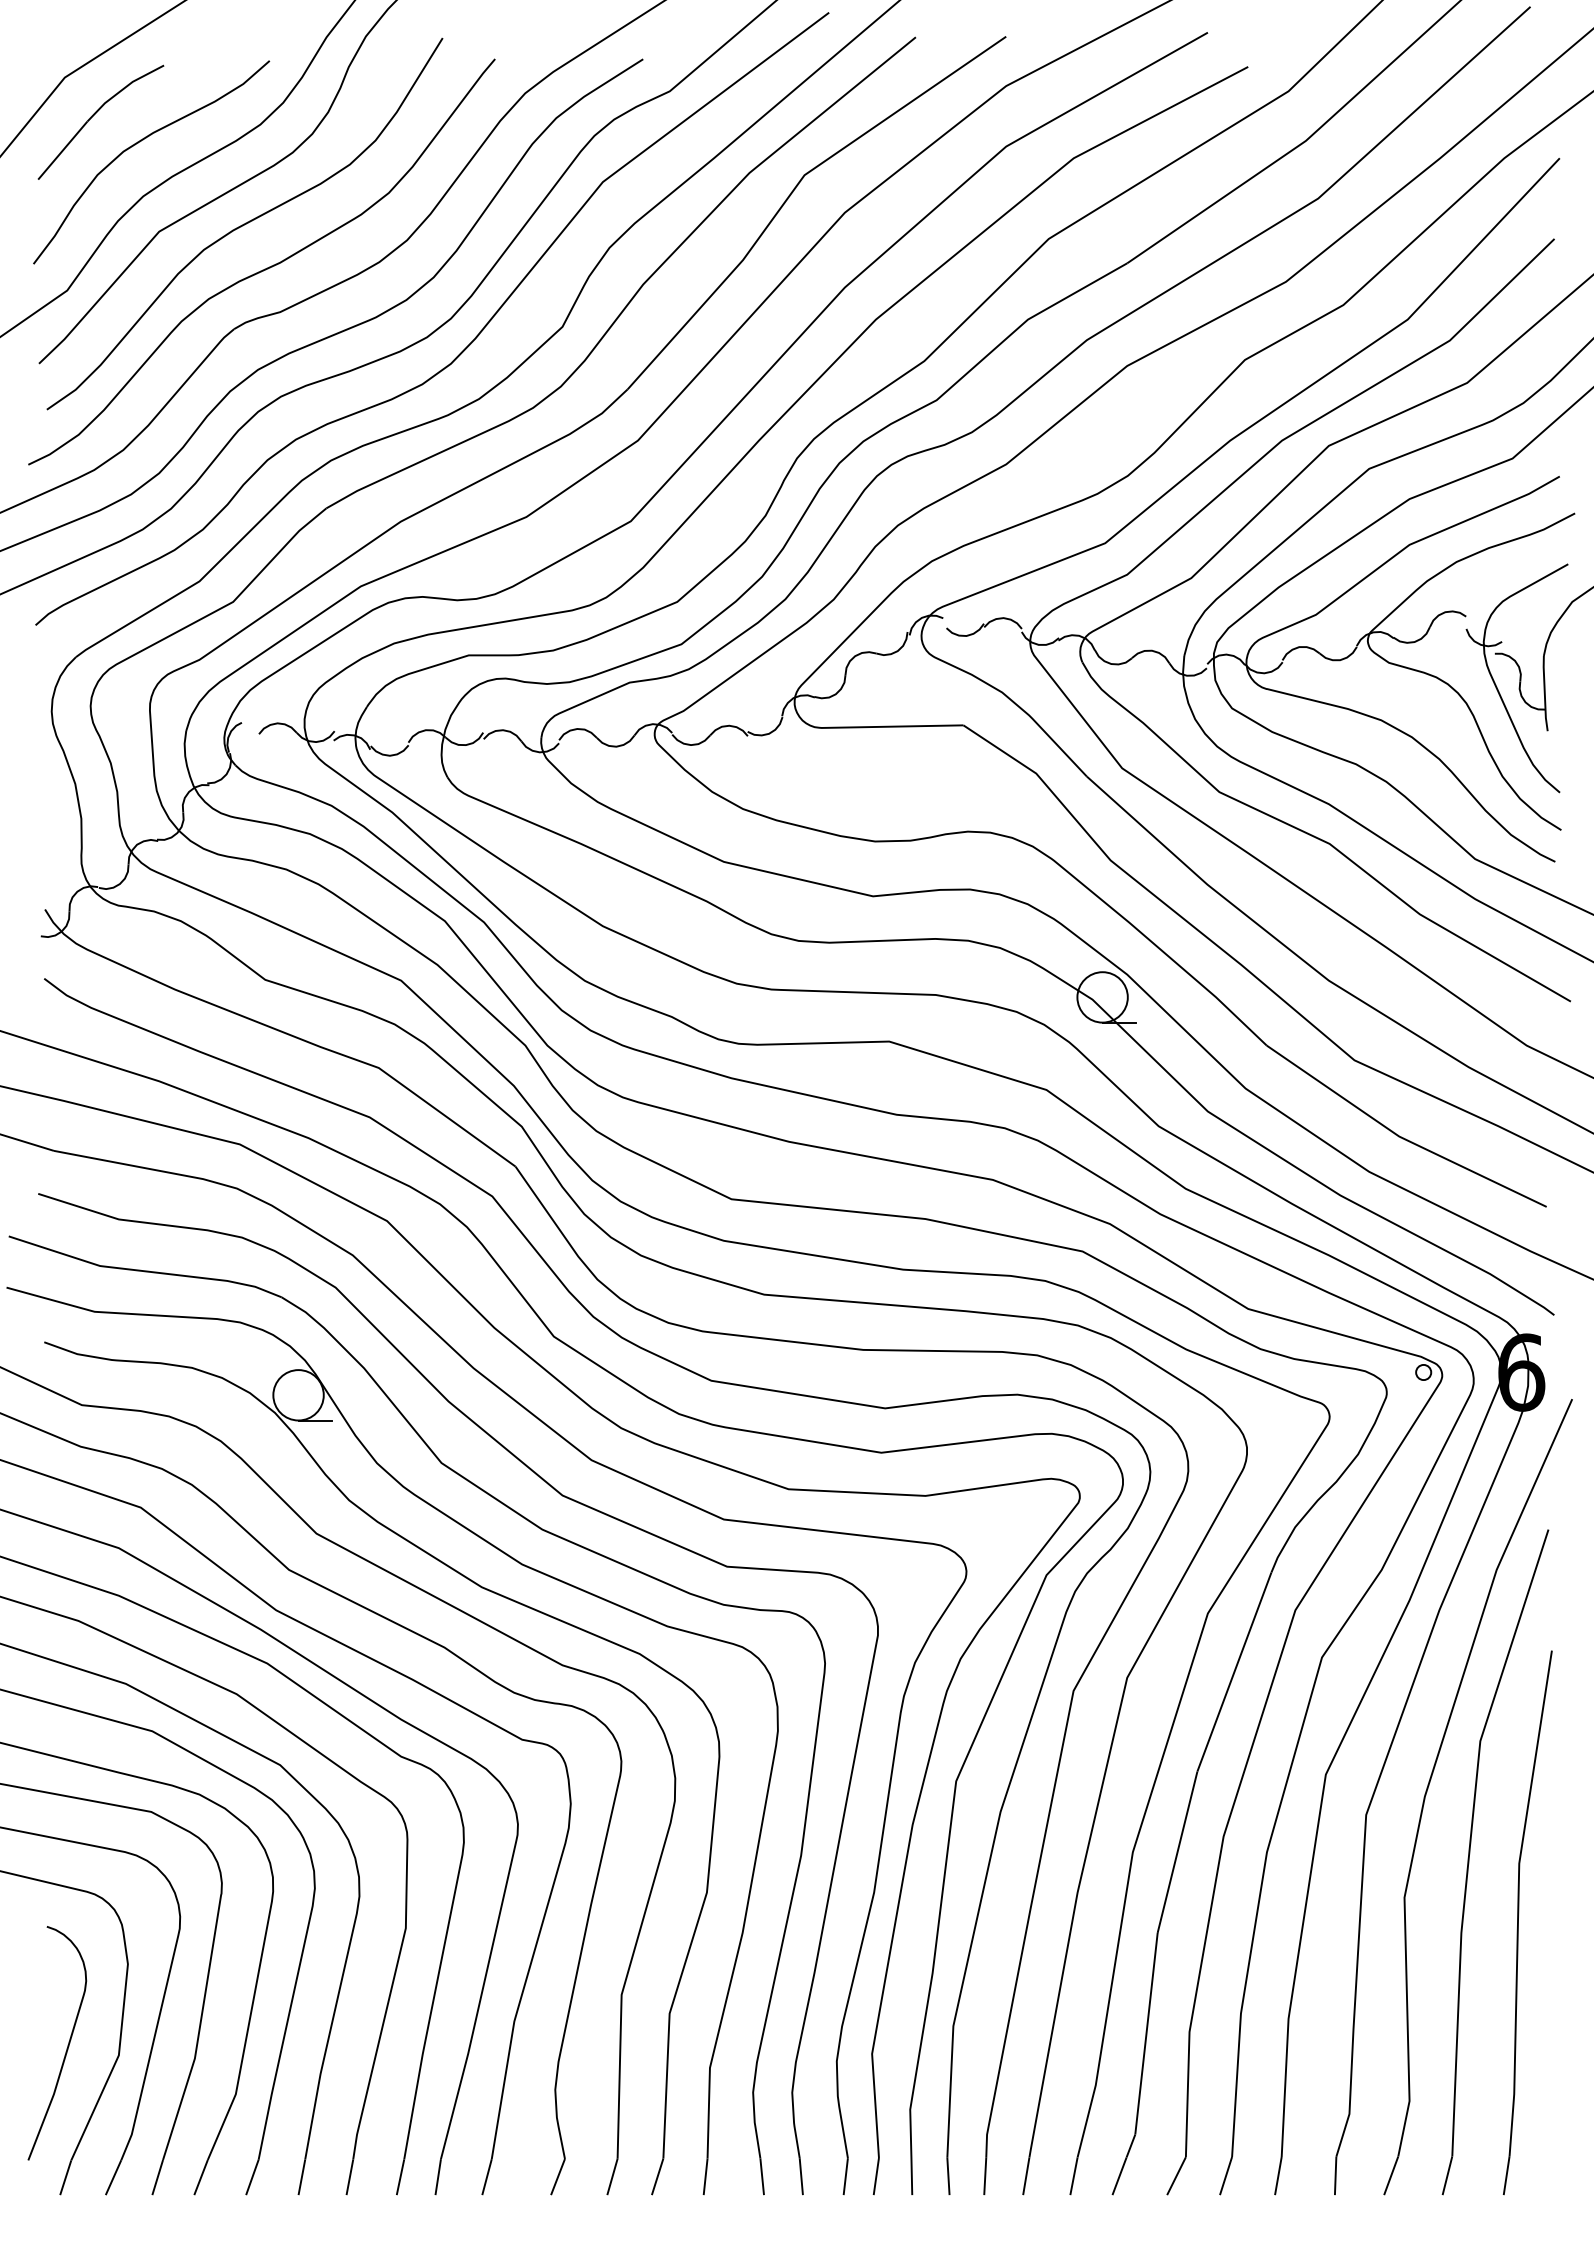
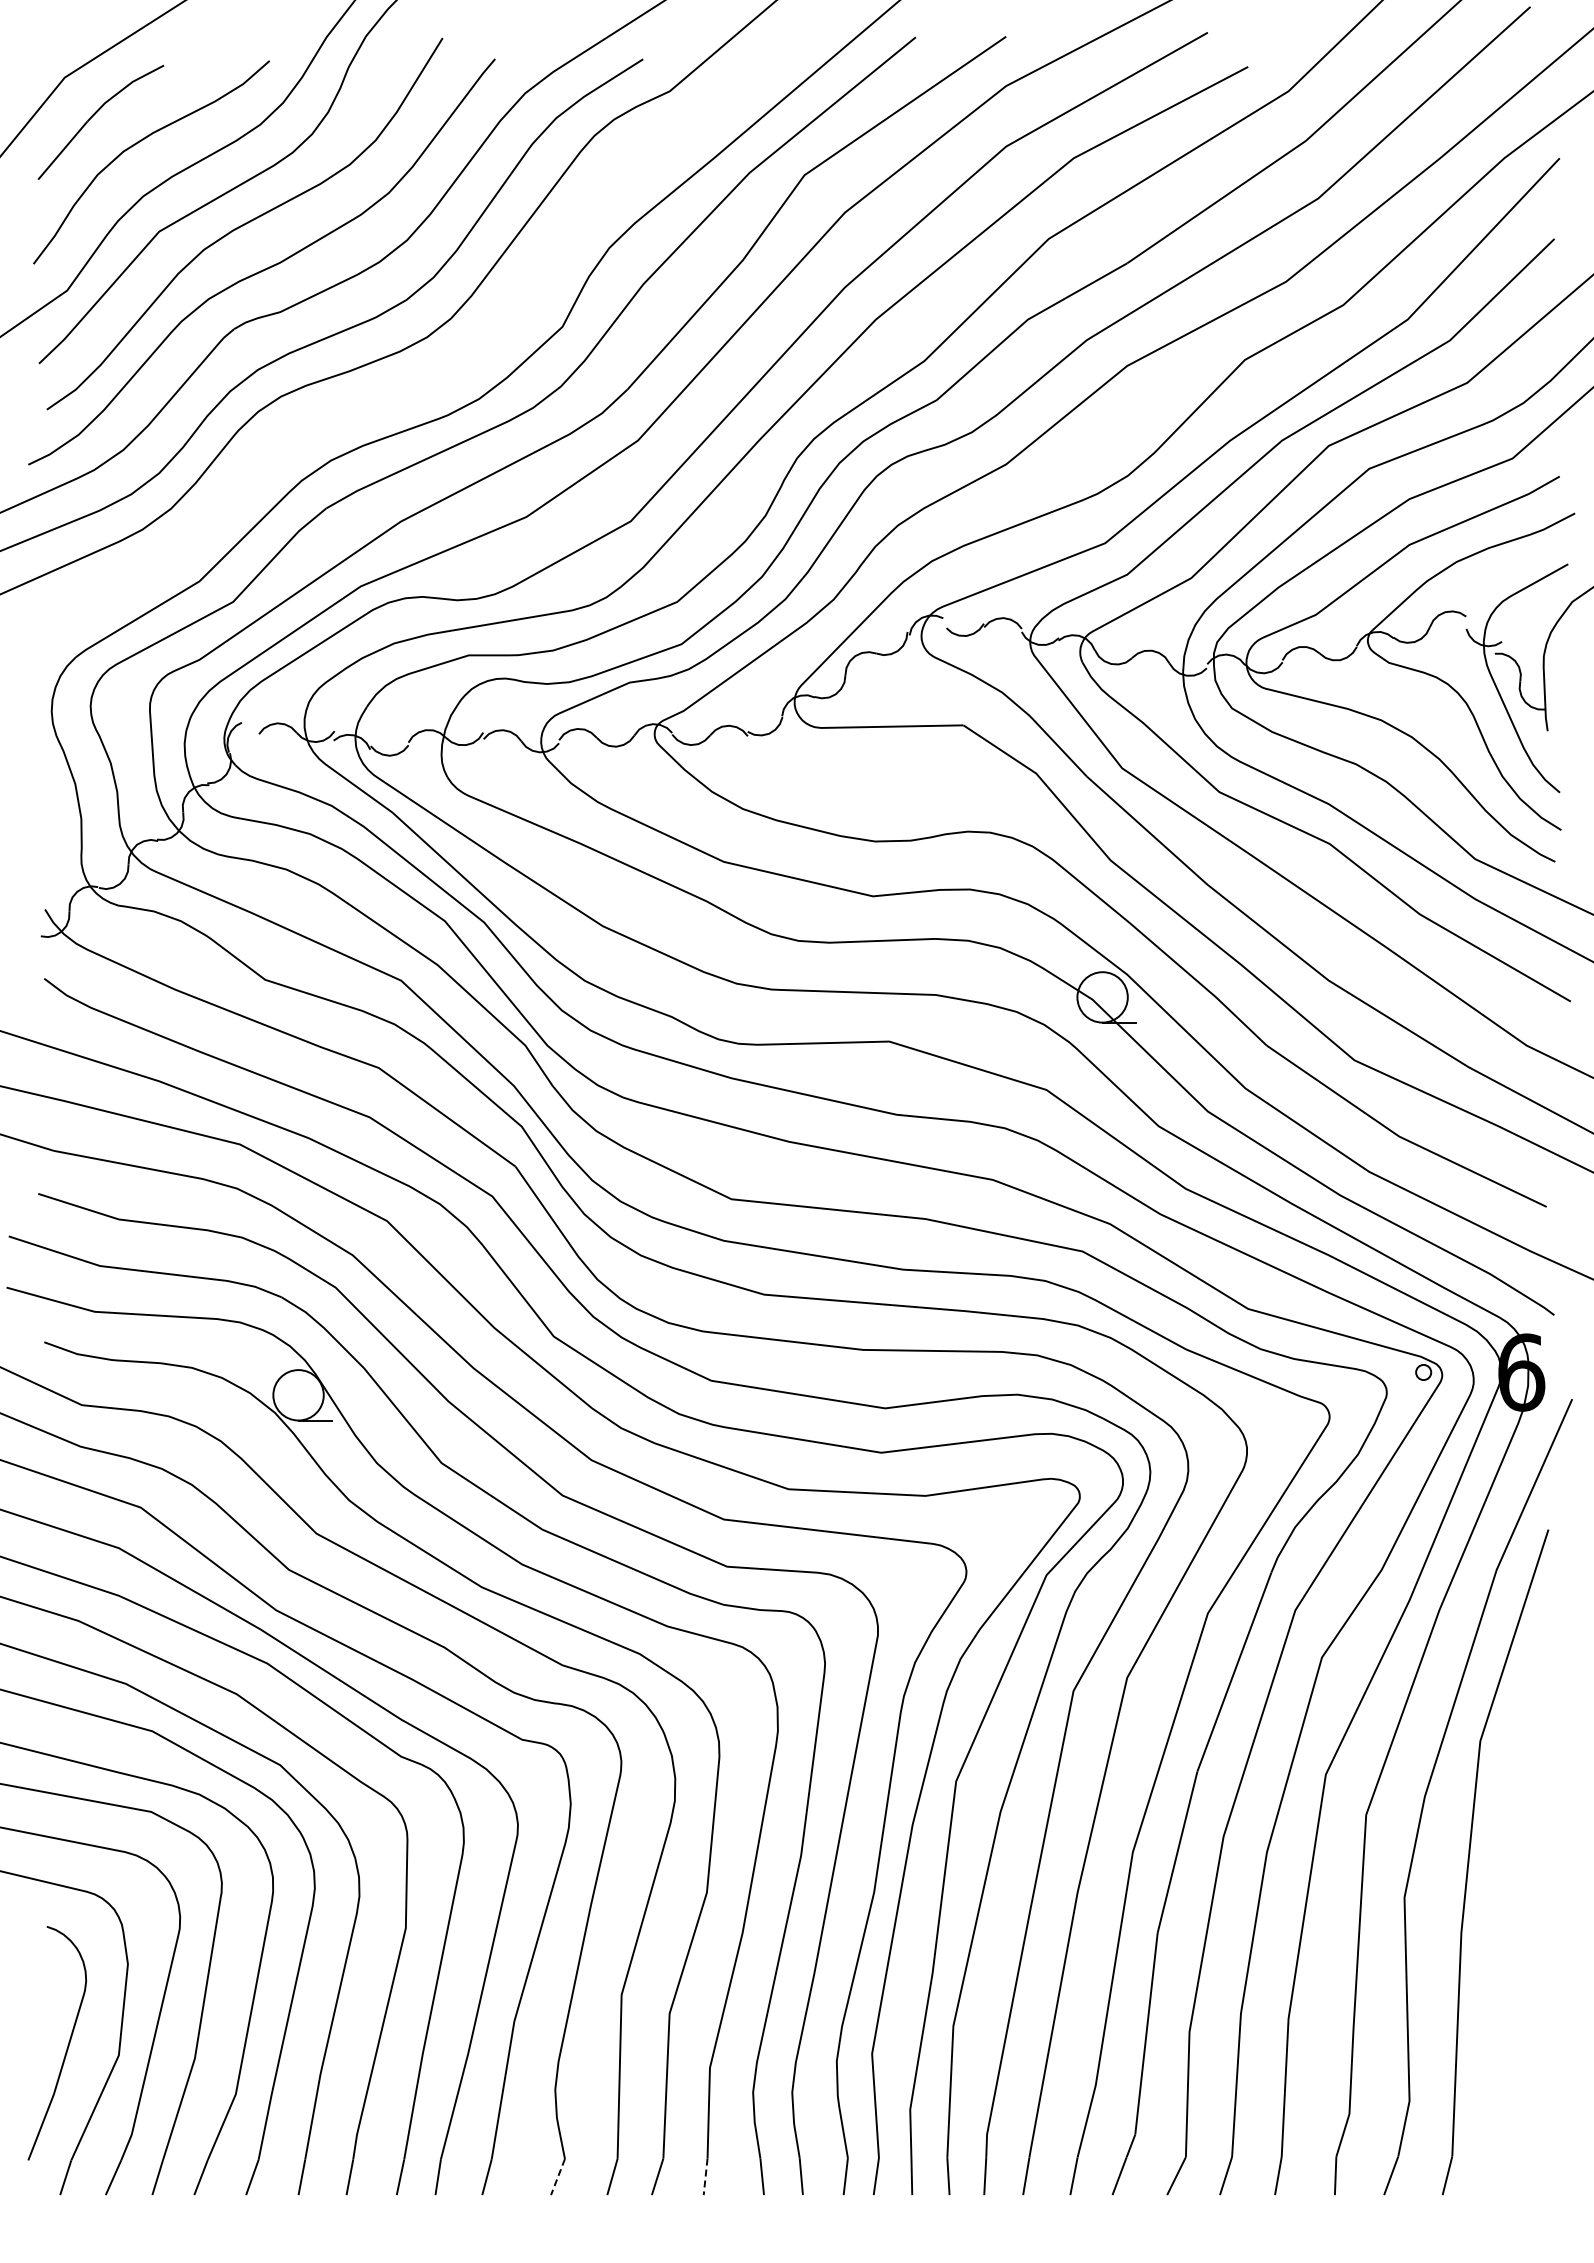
curve at (463, 349): present -> none
part at (1518, 1922): present -> none
line at (557, 2177): solid -> dashed
line at (705, 2177): solid -> dashed
